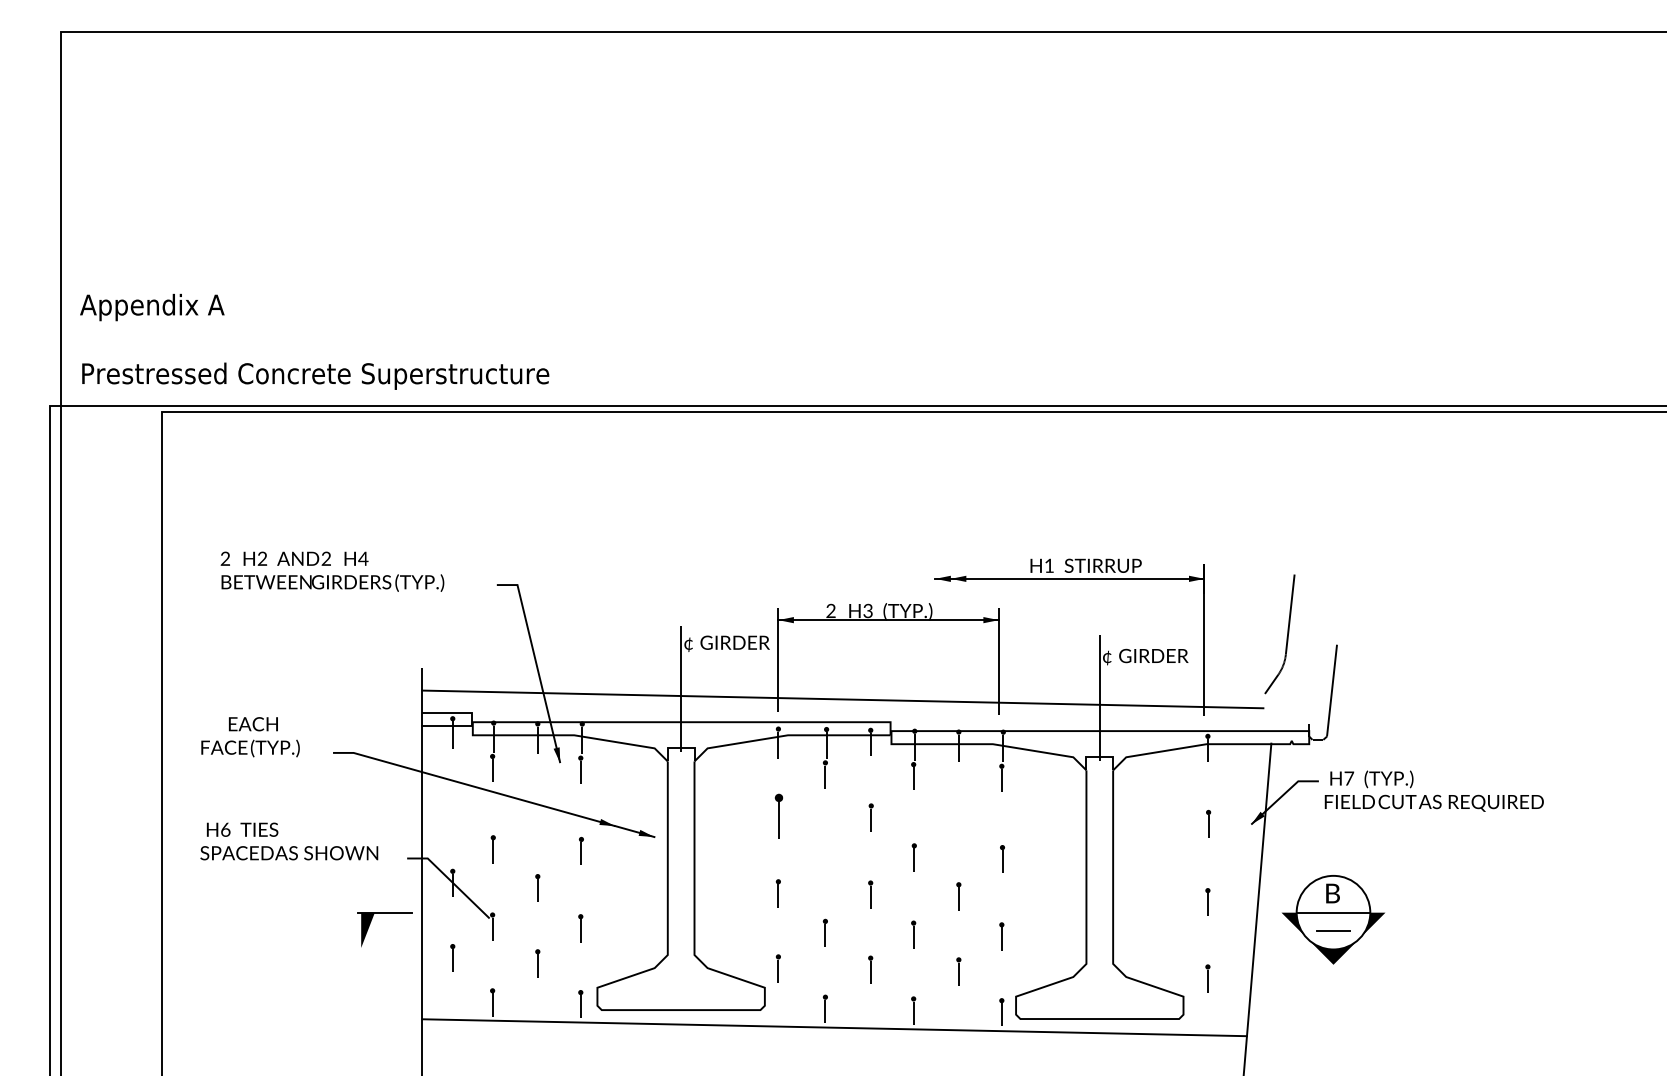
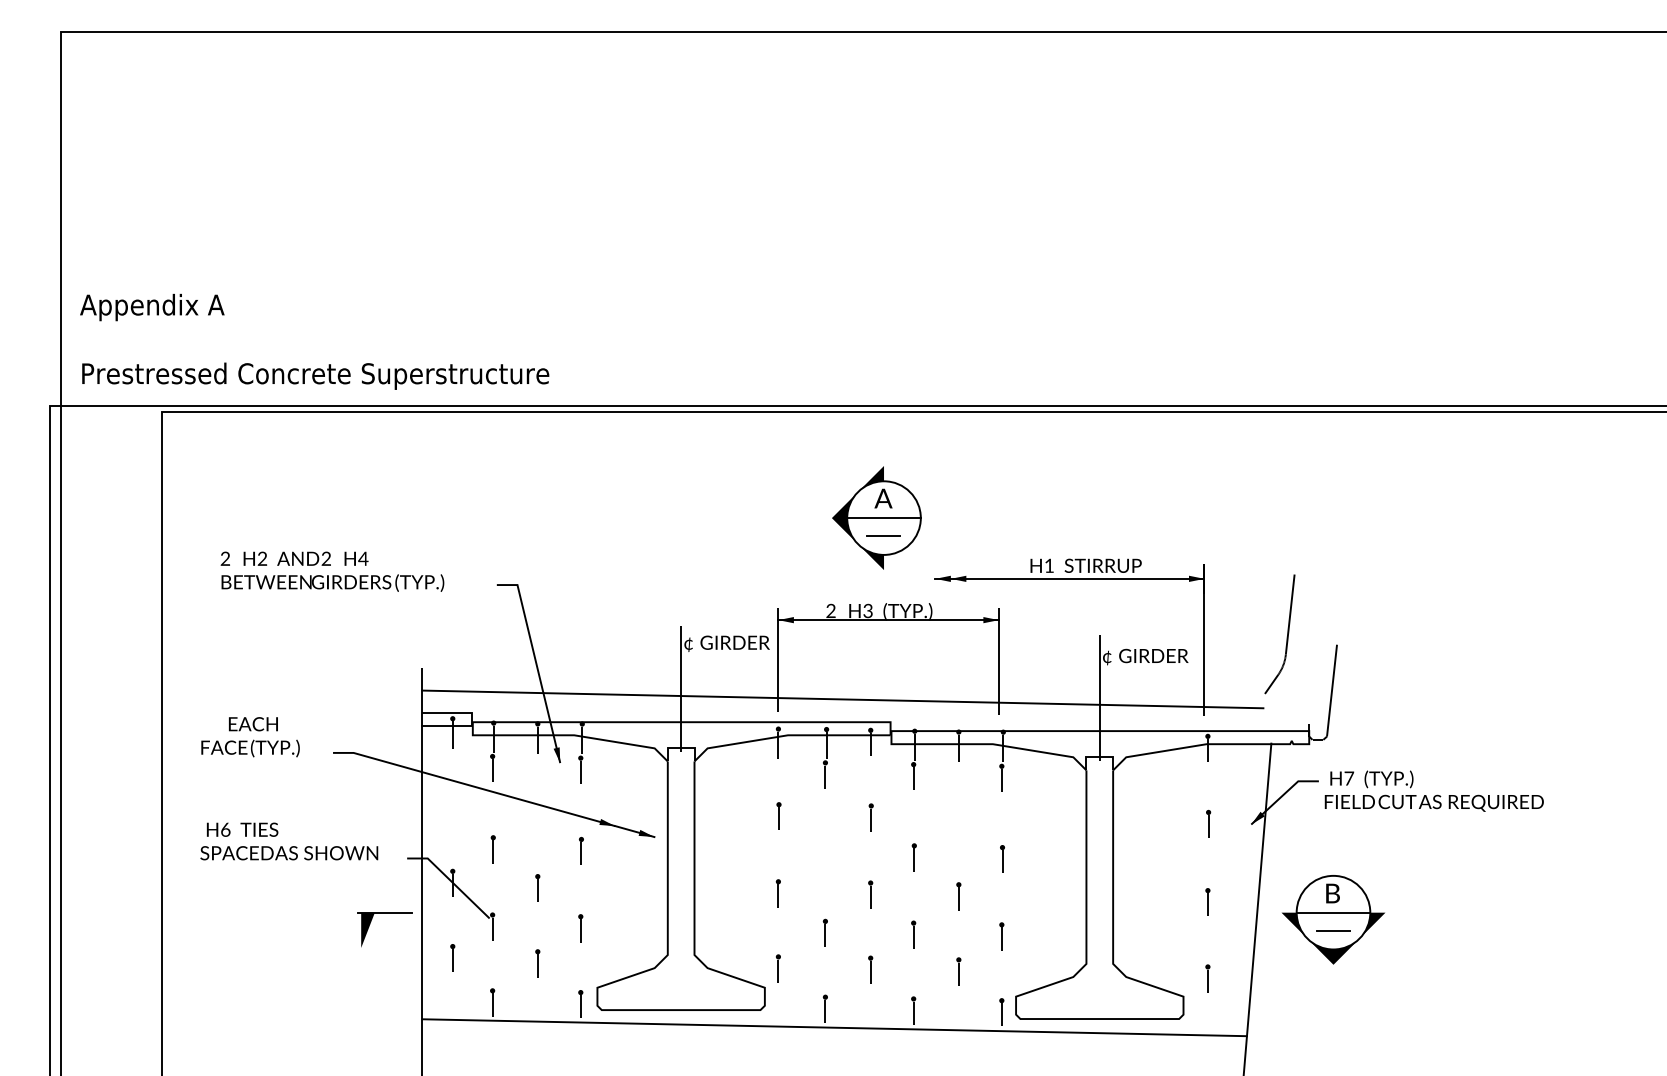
part at (876, 517): none -> present
part at (778, 815) size: 9x46 px -> 6x28 px
